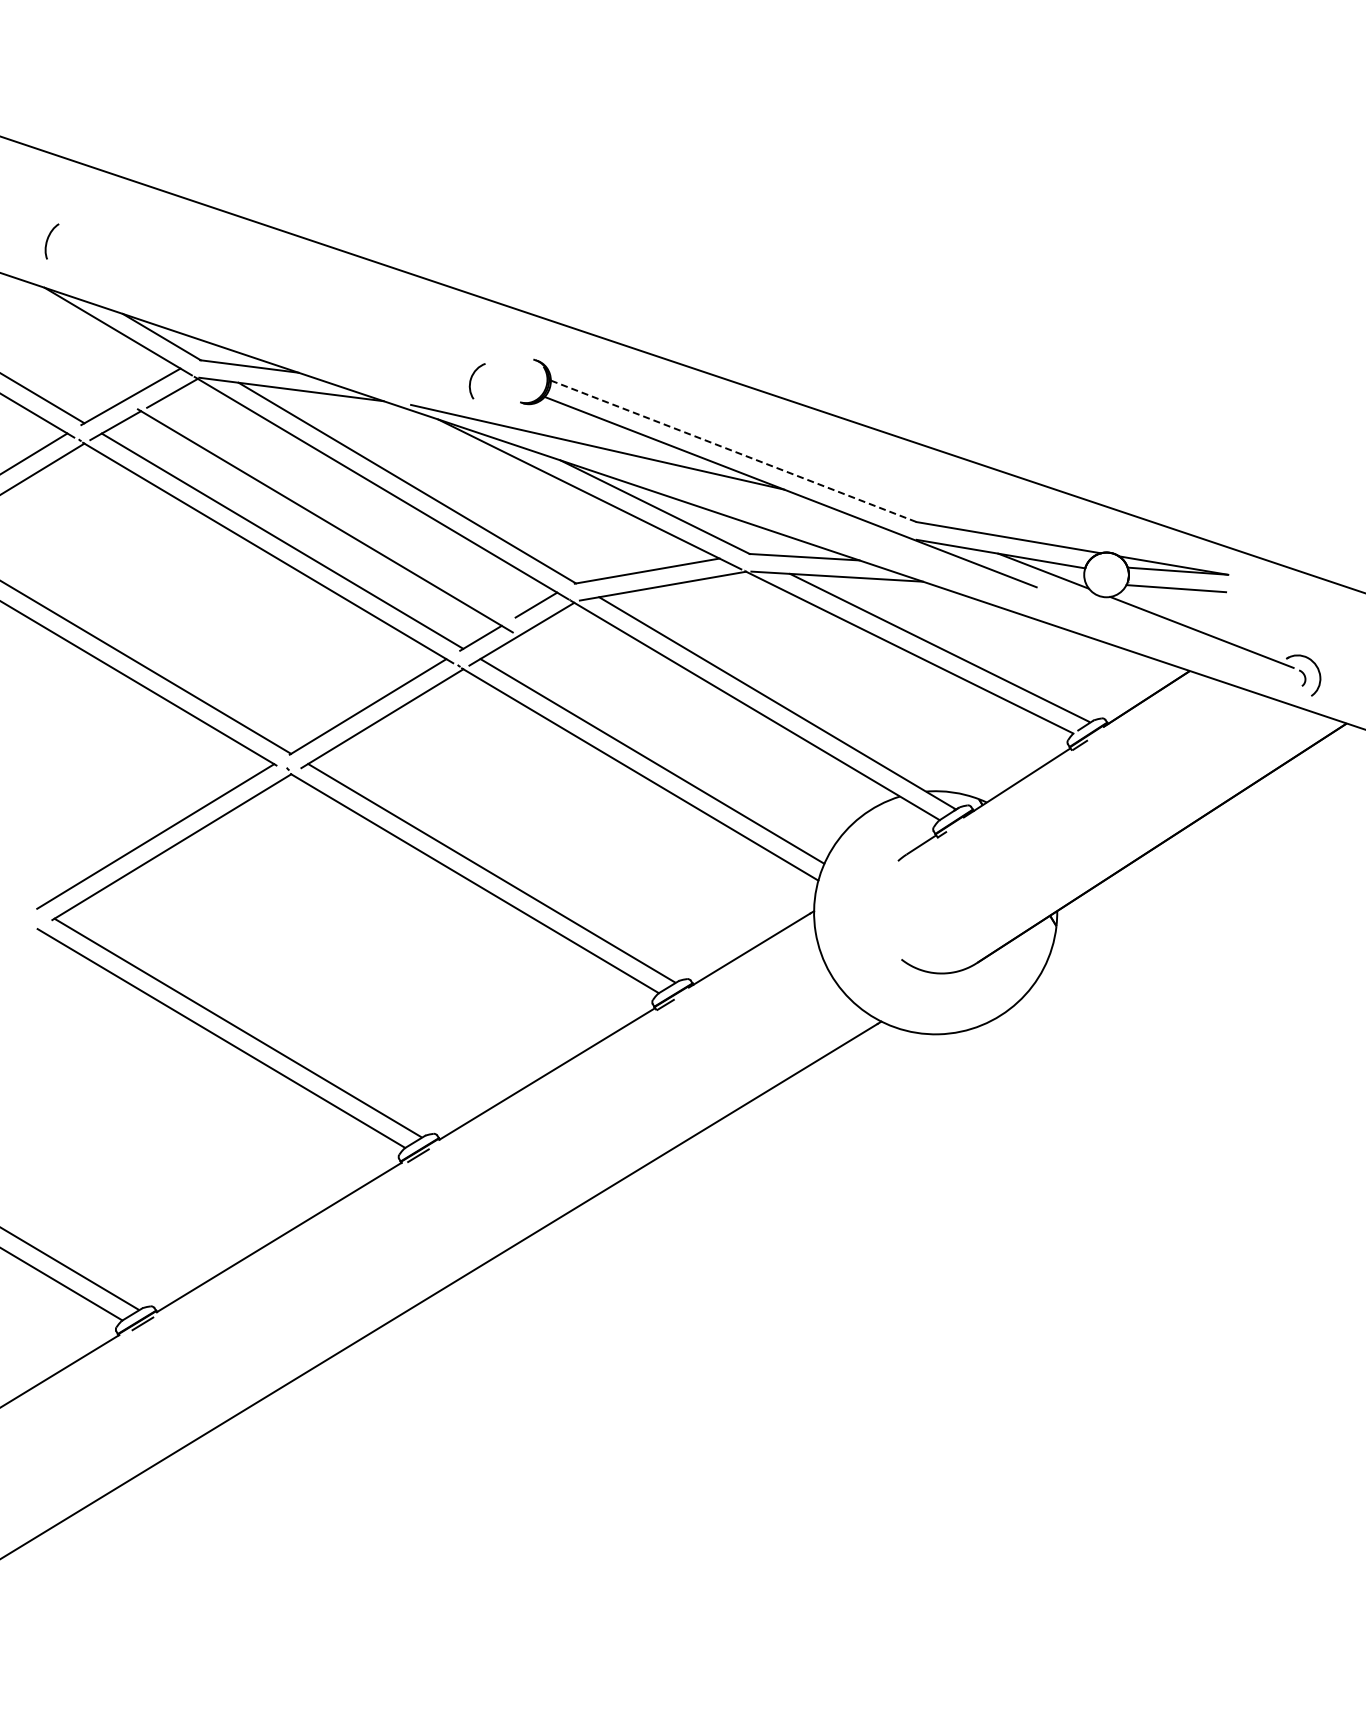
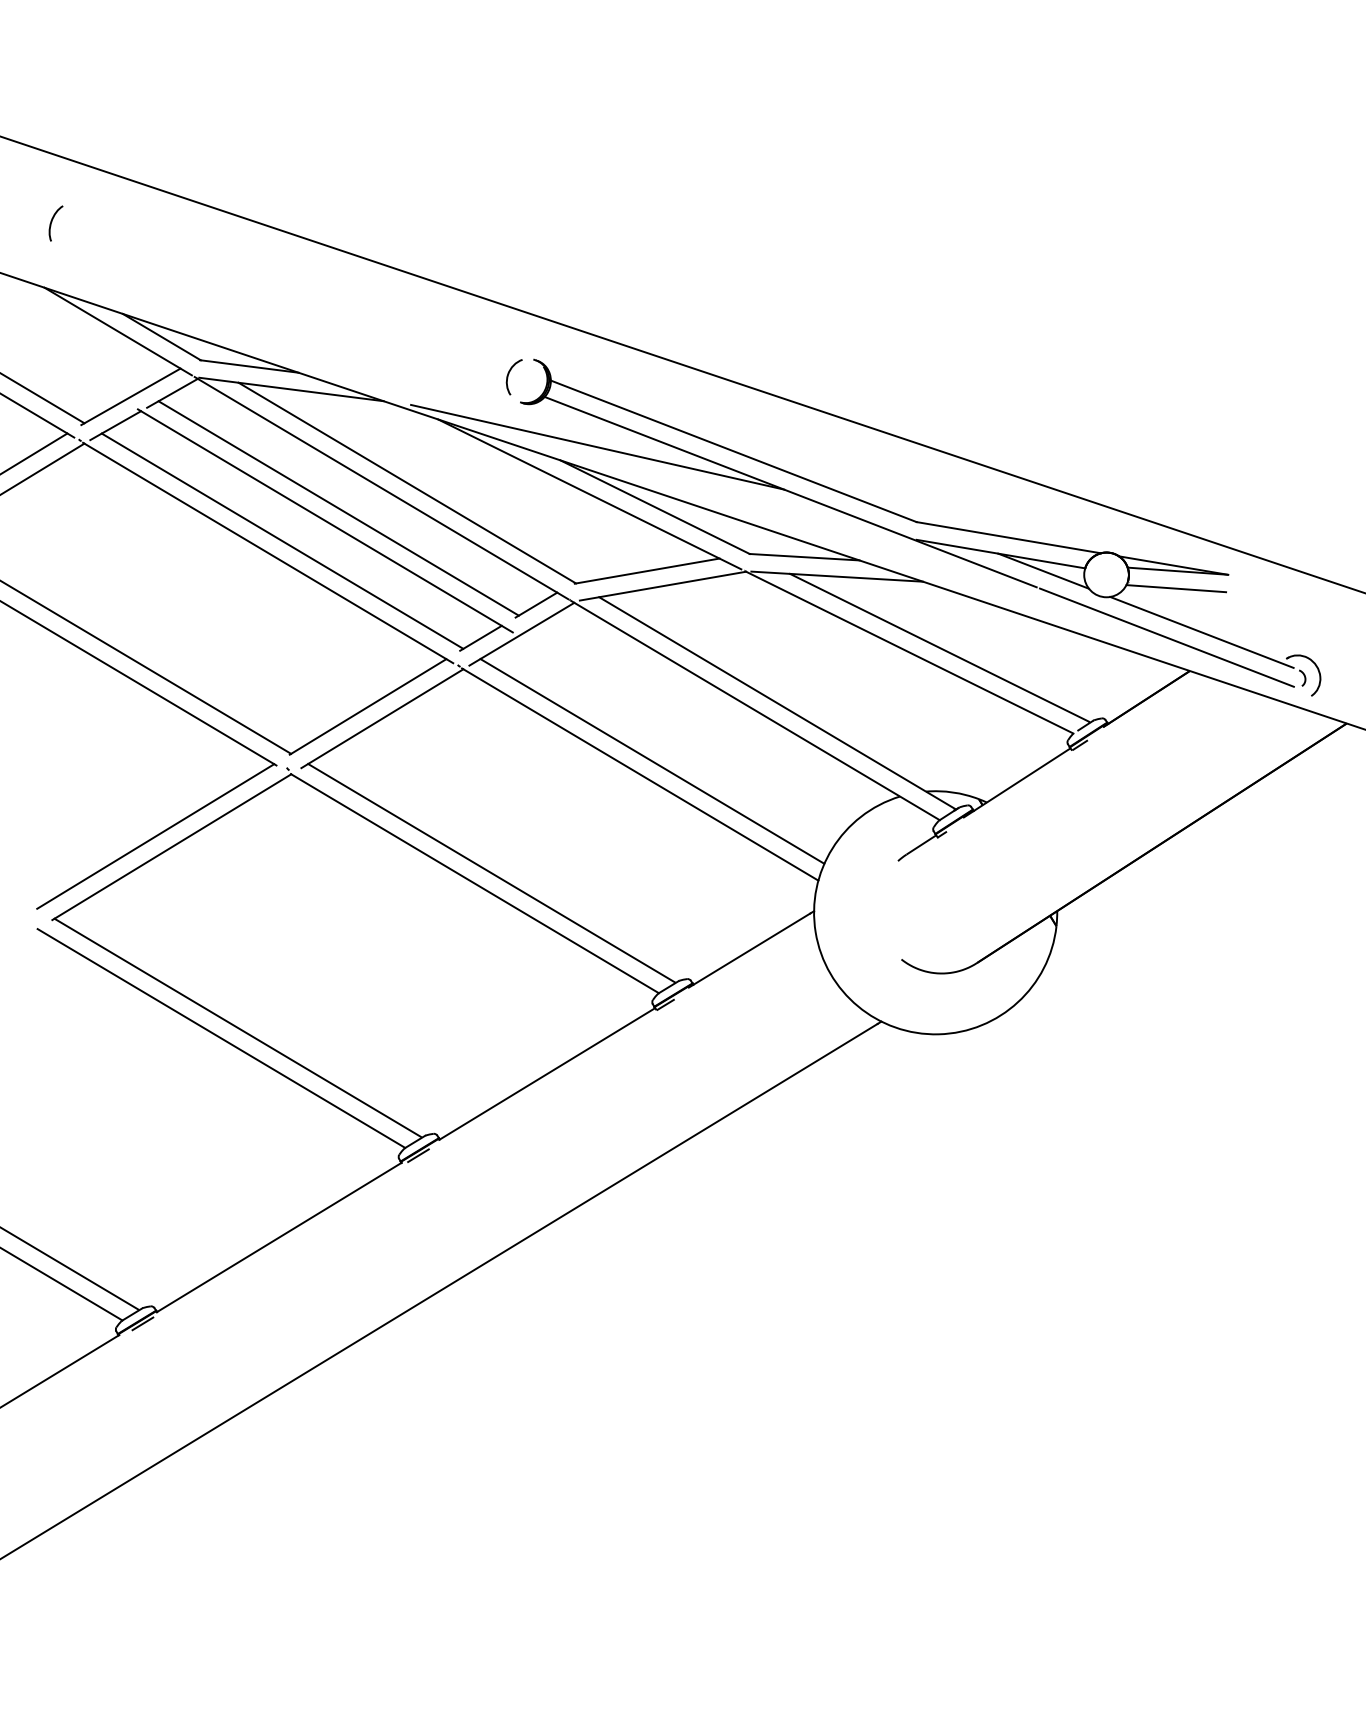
curve at (48, 240) position: (48, 240) -> (52, 222)
curve at (472, 378) position: (472, 378) -> (509, 374)
line at (734, 451): dashed -> solid
line at (338, 508): none -> present
line at (1166, 637): none -> present
